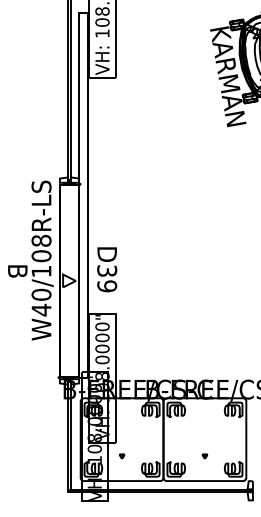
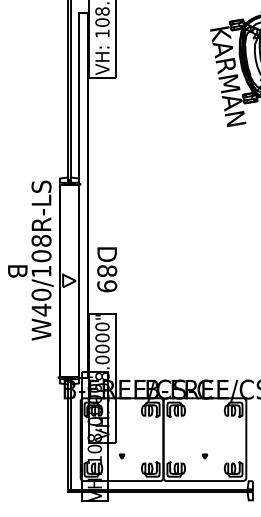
text at (107, 270): D39 -> D89
